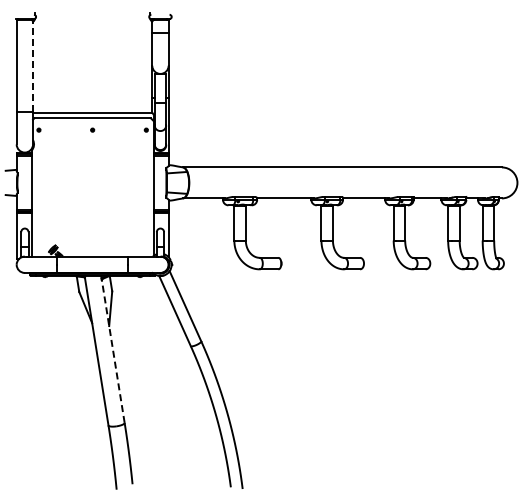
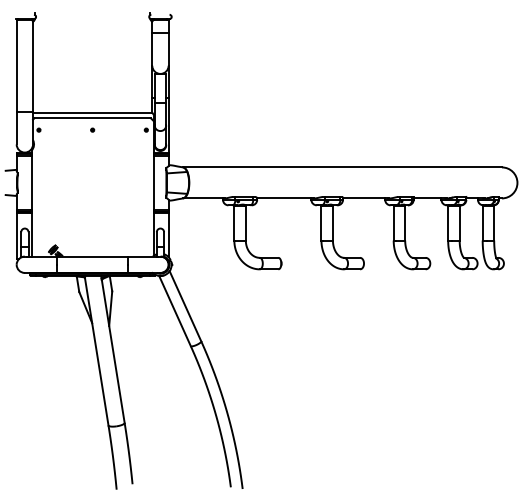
line at (33, 65): dashed -> solid
line at (112, 349): dashed -> solid
